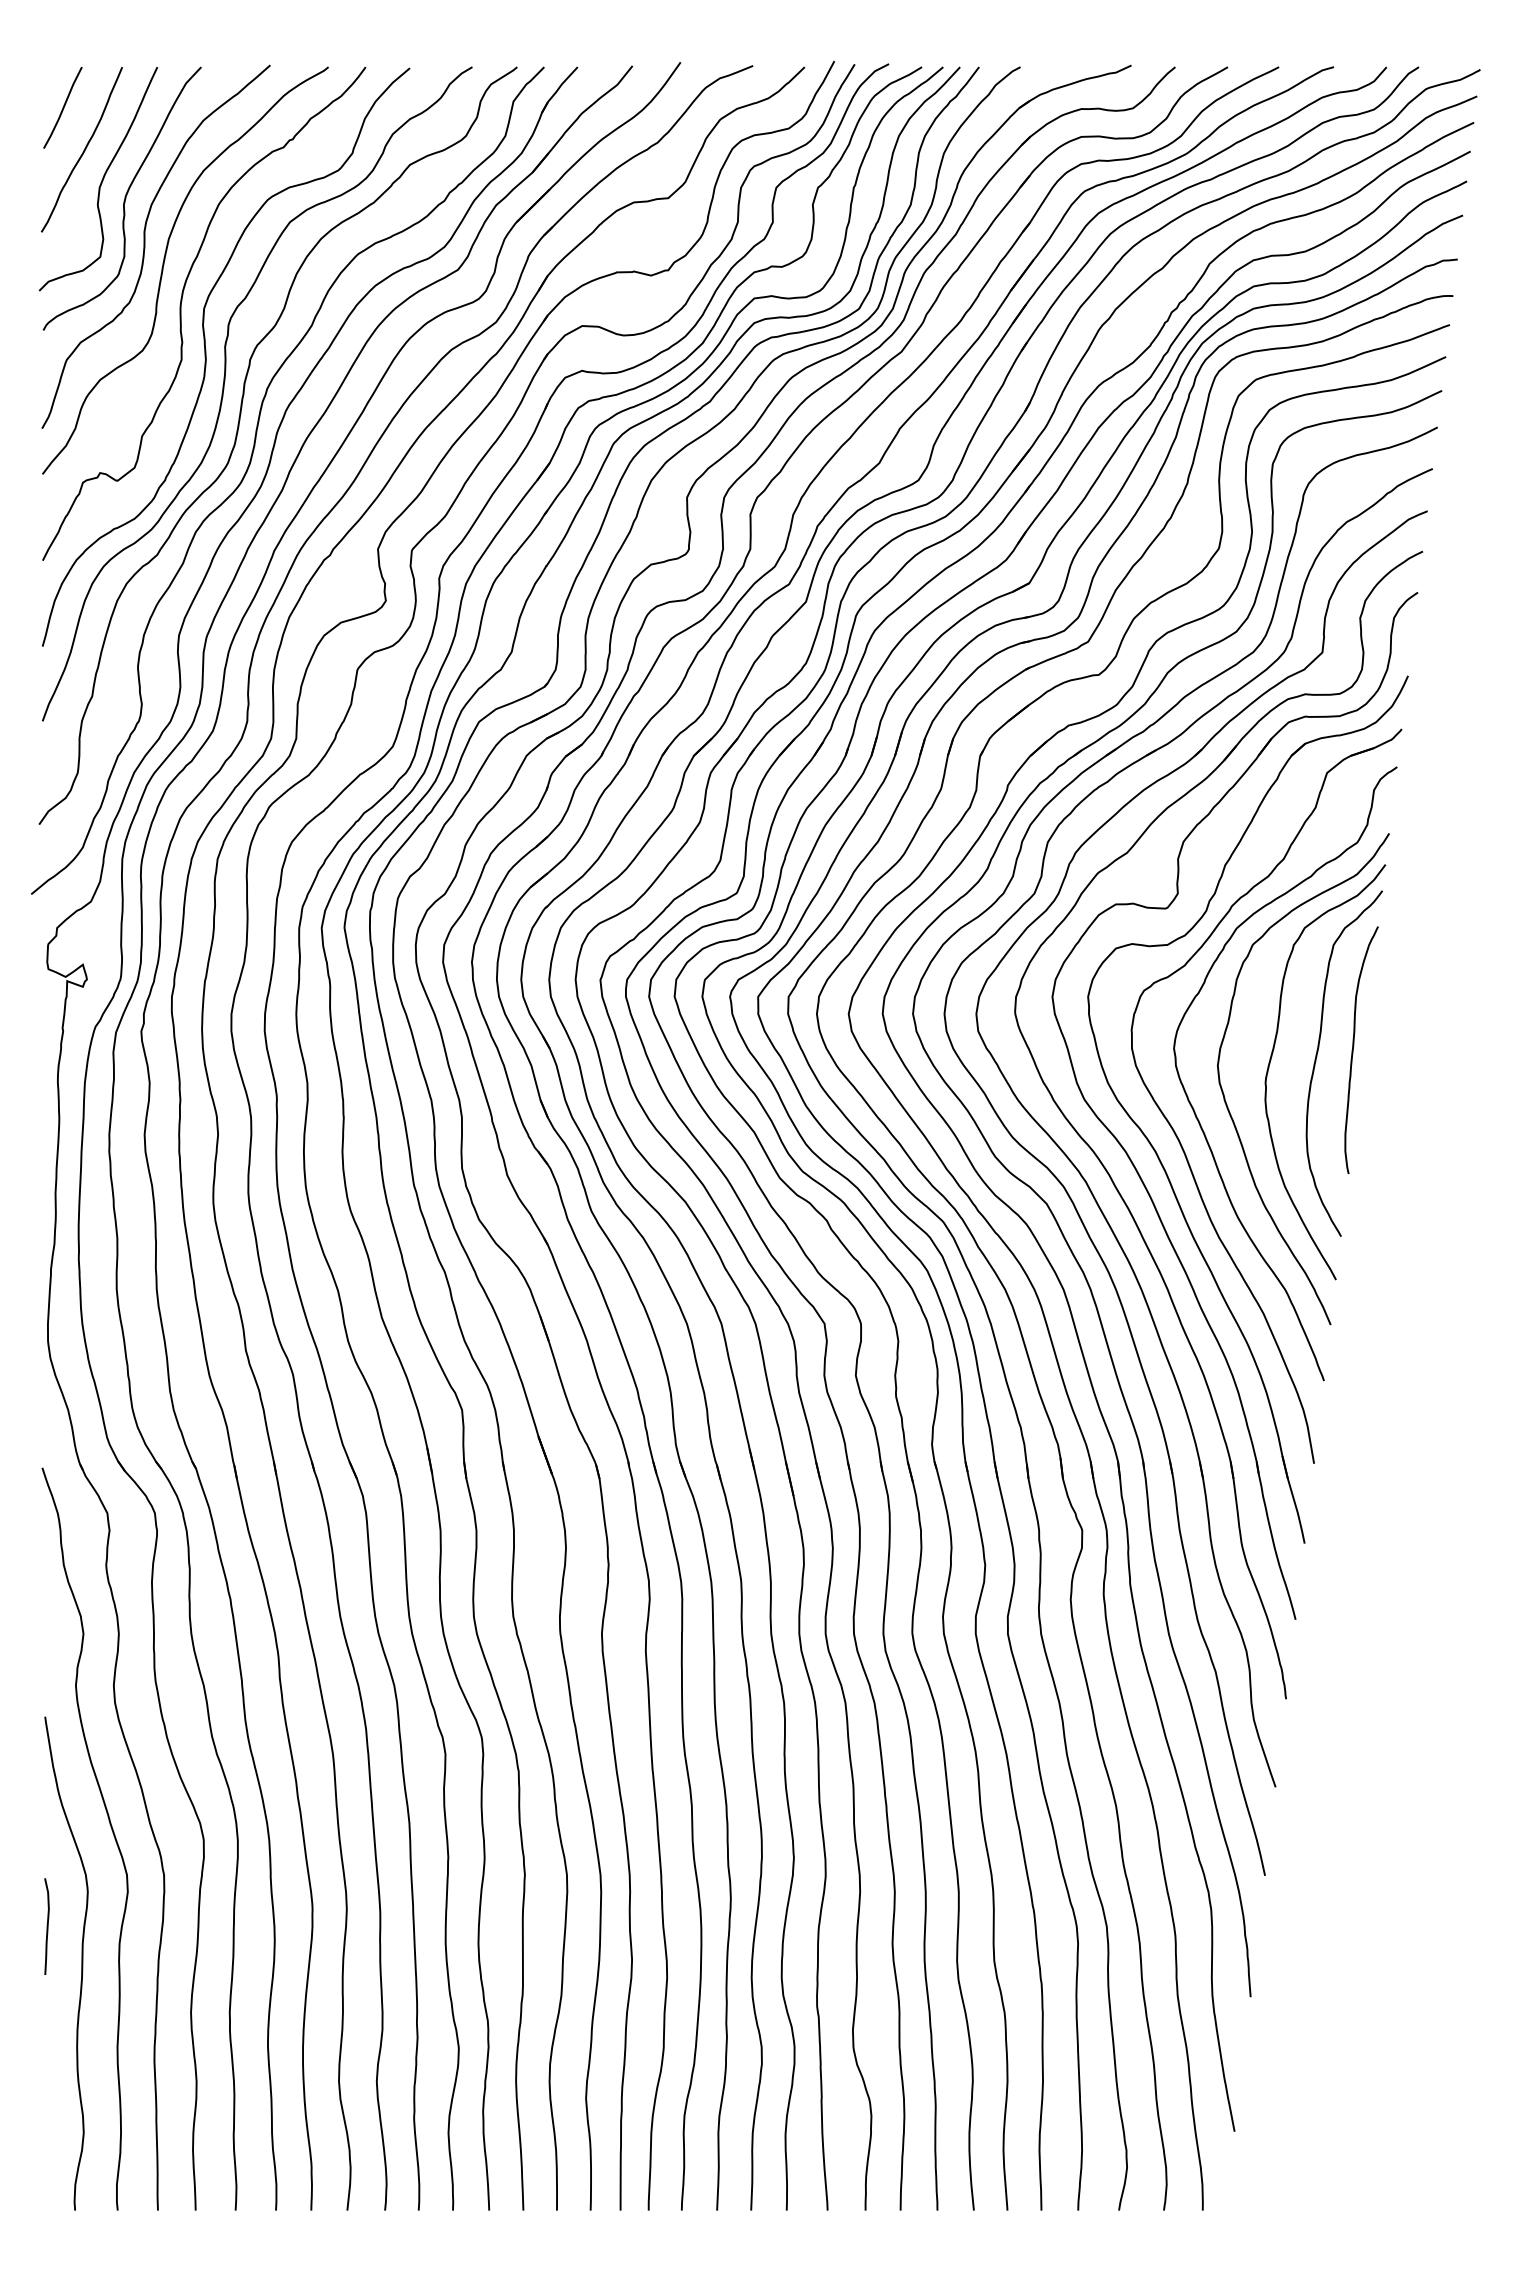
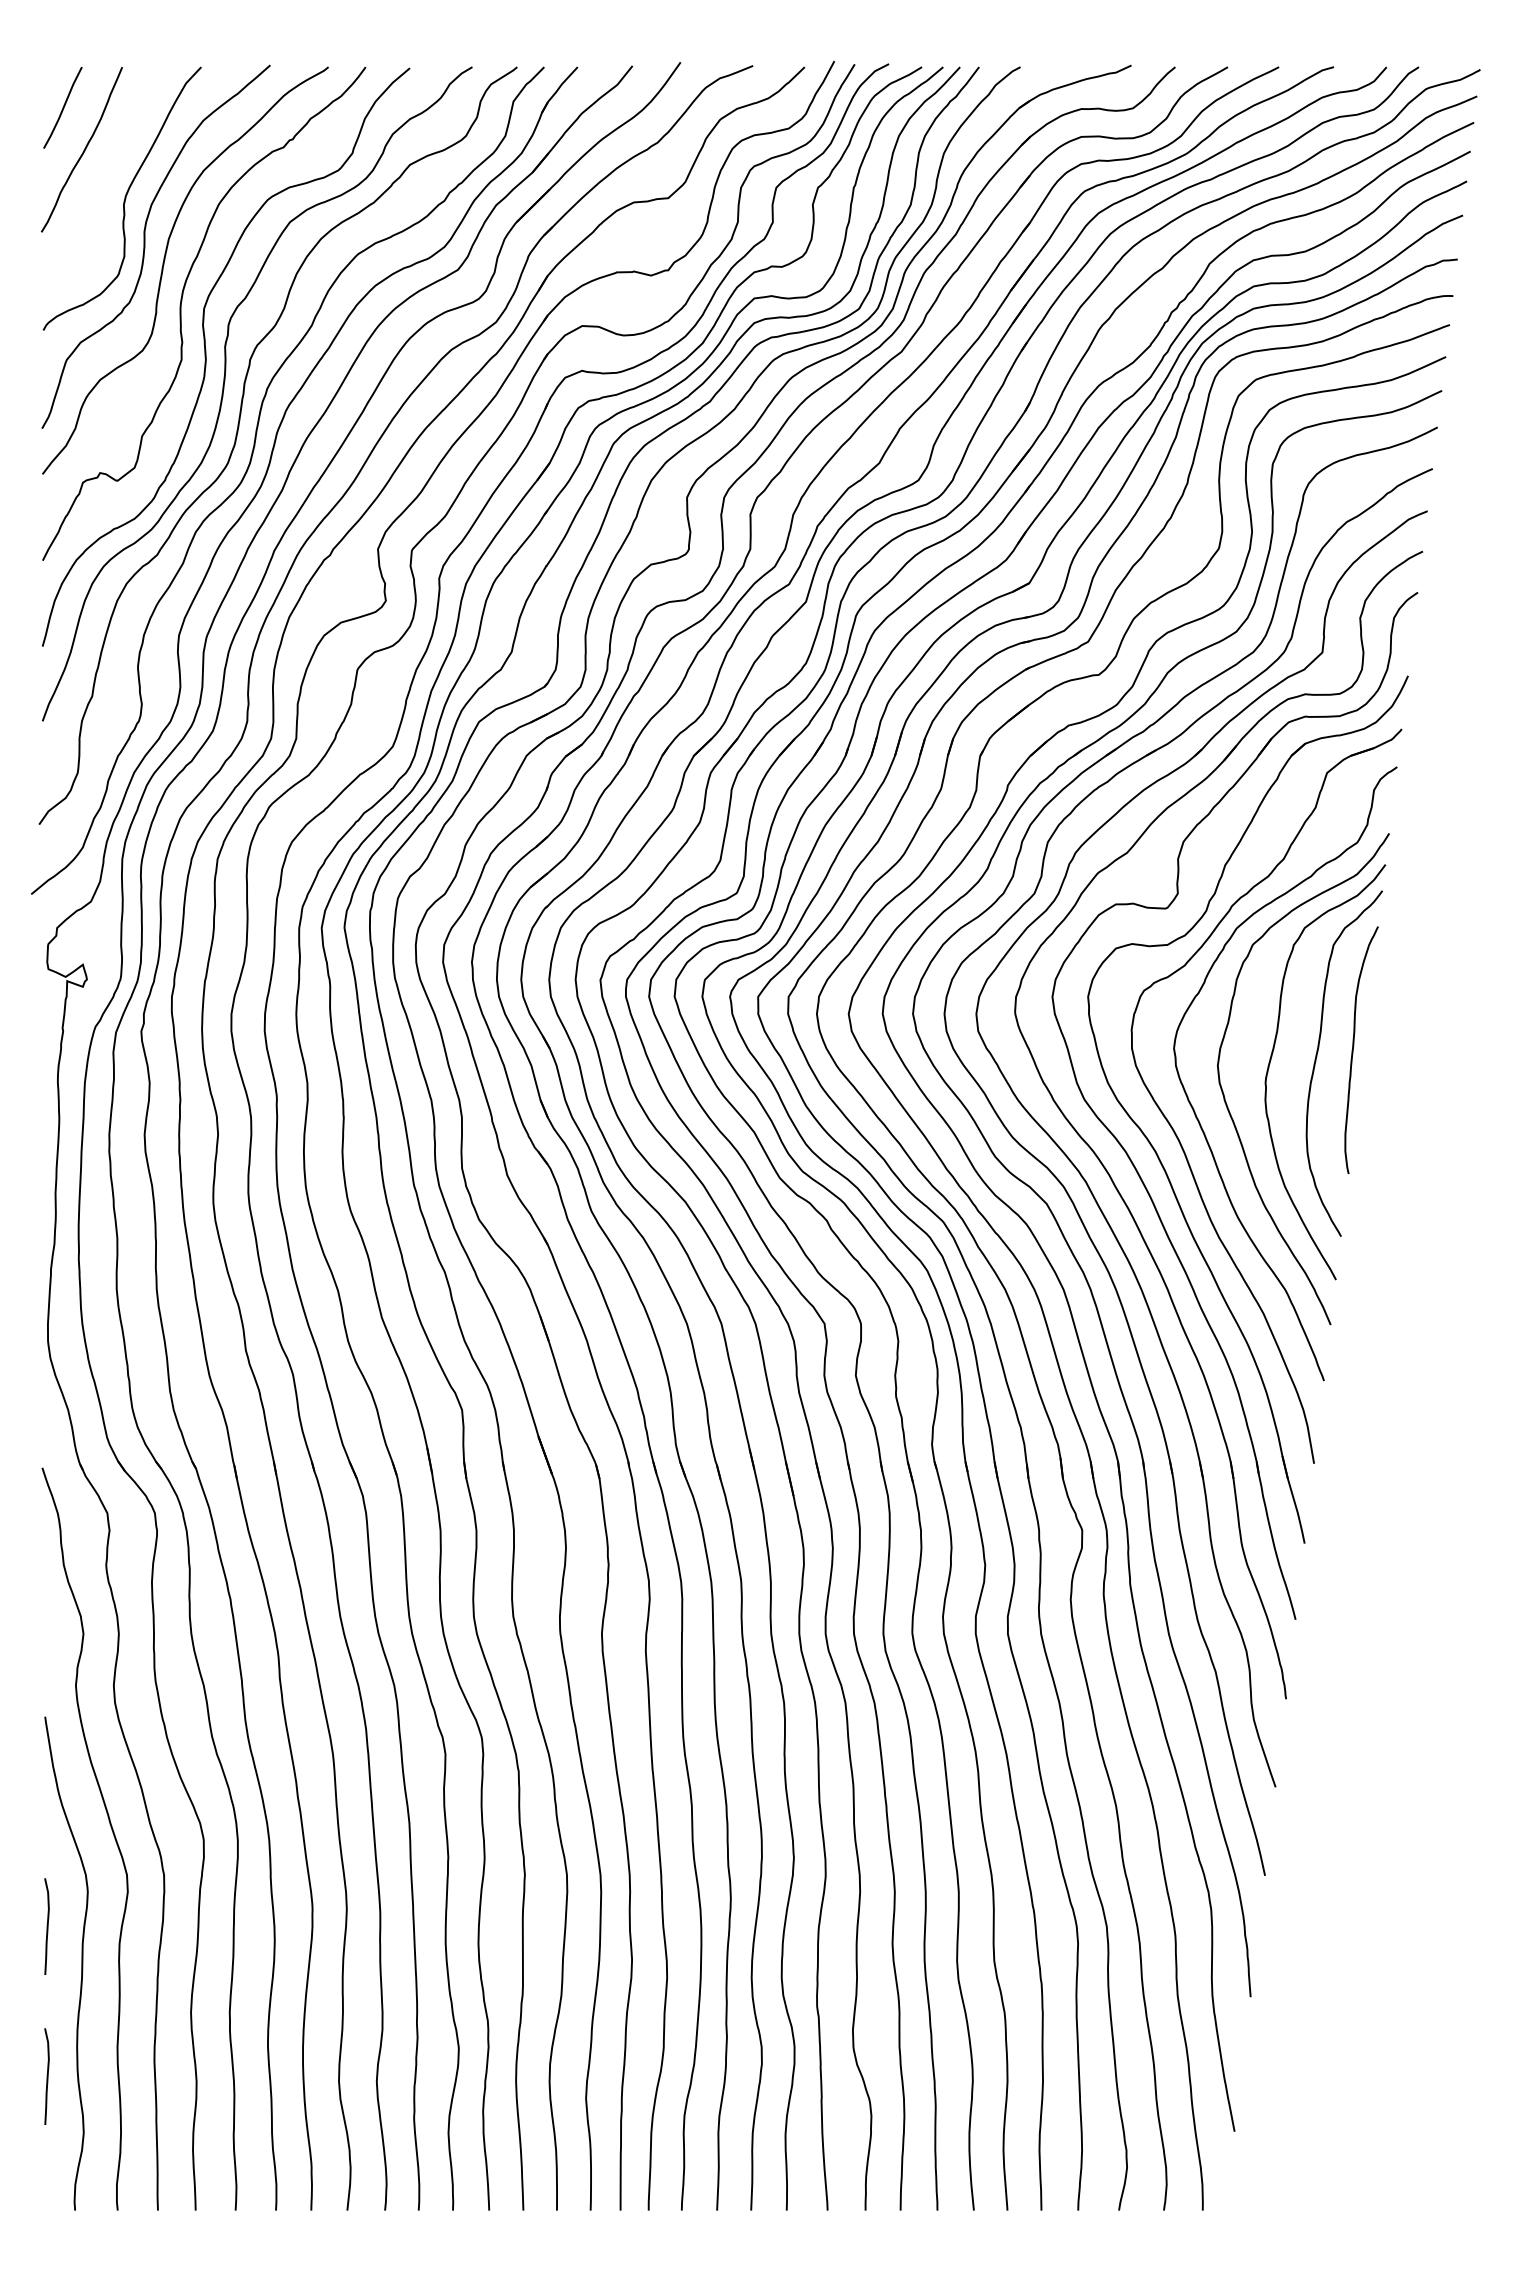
curve at (101, 179): present -> none
curve at (46, 2076): none -> present
